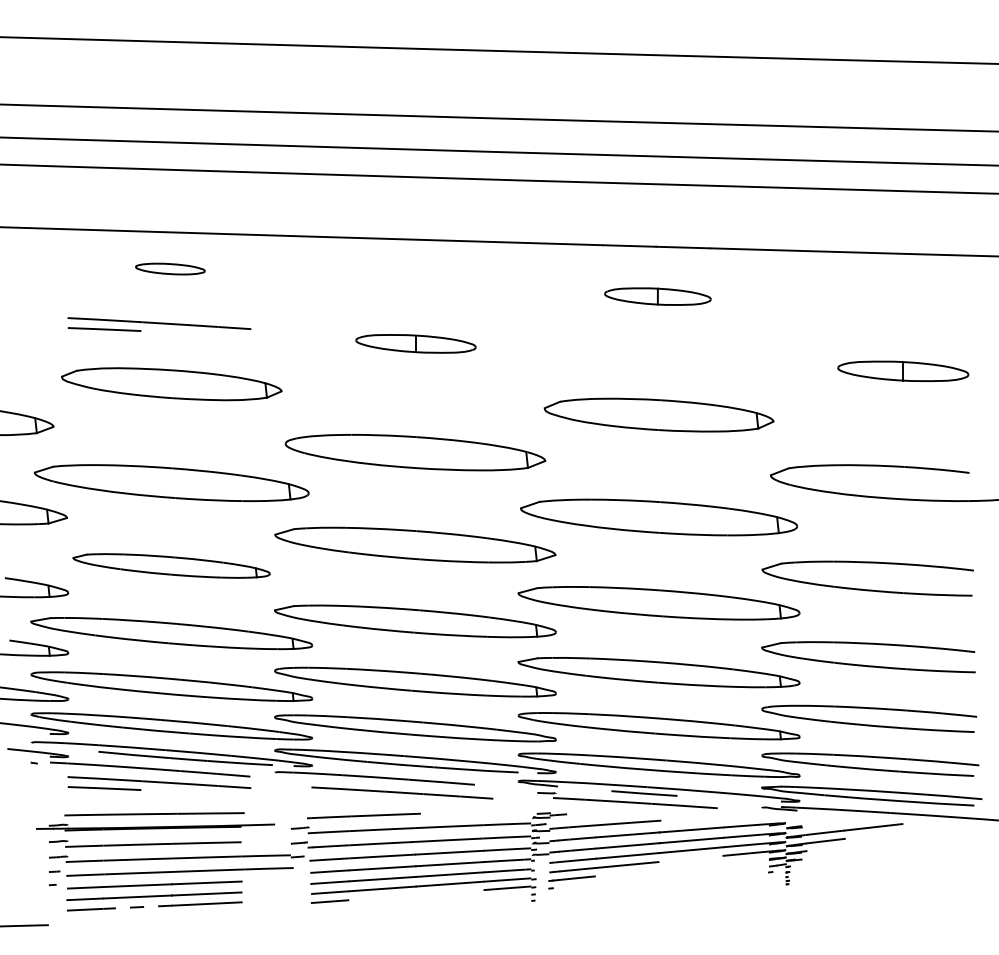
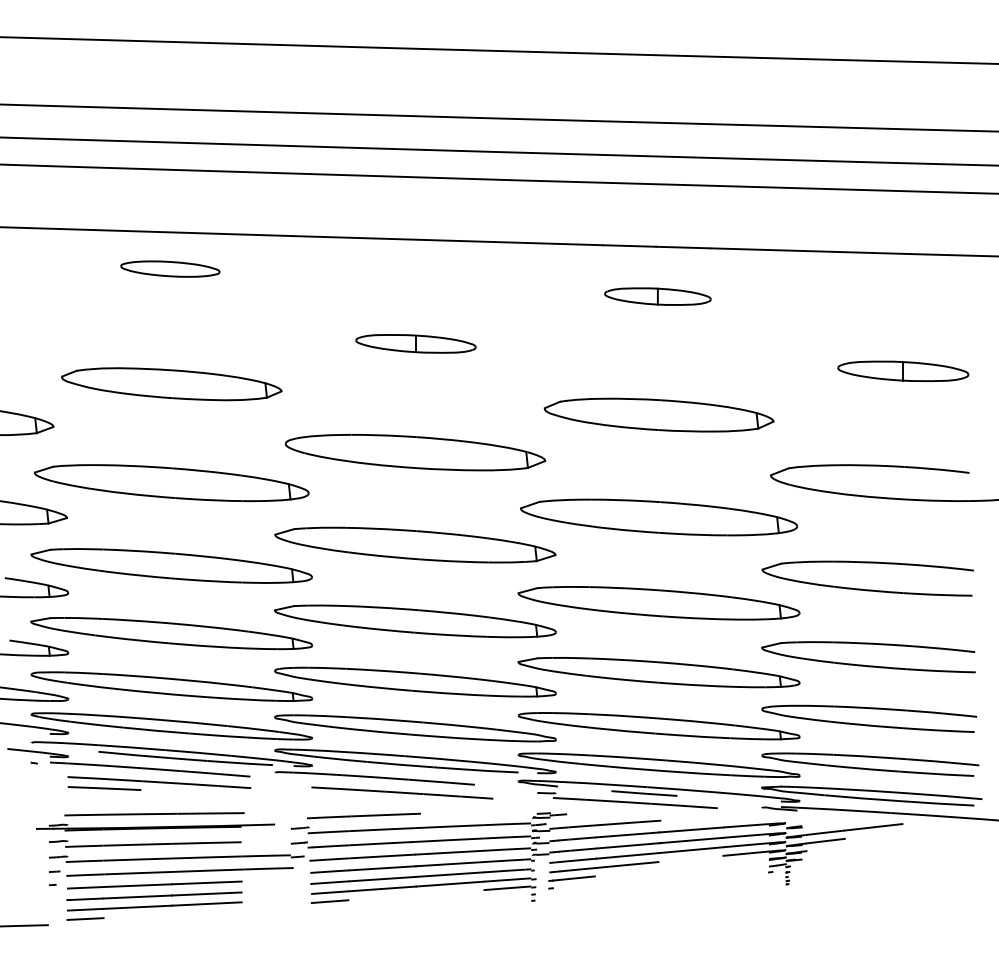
part at (170, 268) size: 71x14 px -> 101x18 px
part at (159, 324): present -> none
part at (171, 565) size: 199x26 px -> 283x36 px
line at (137, 907): dashed -> solid
line at (85, 918): none -> present
